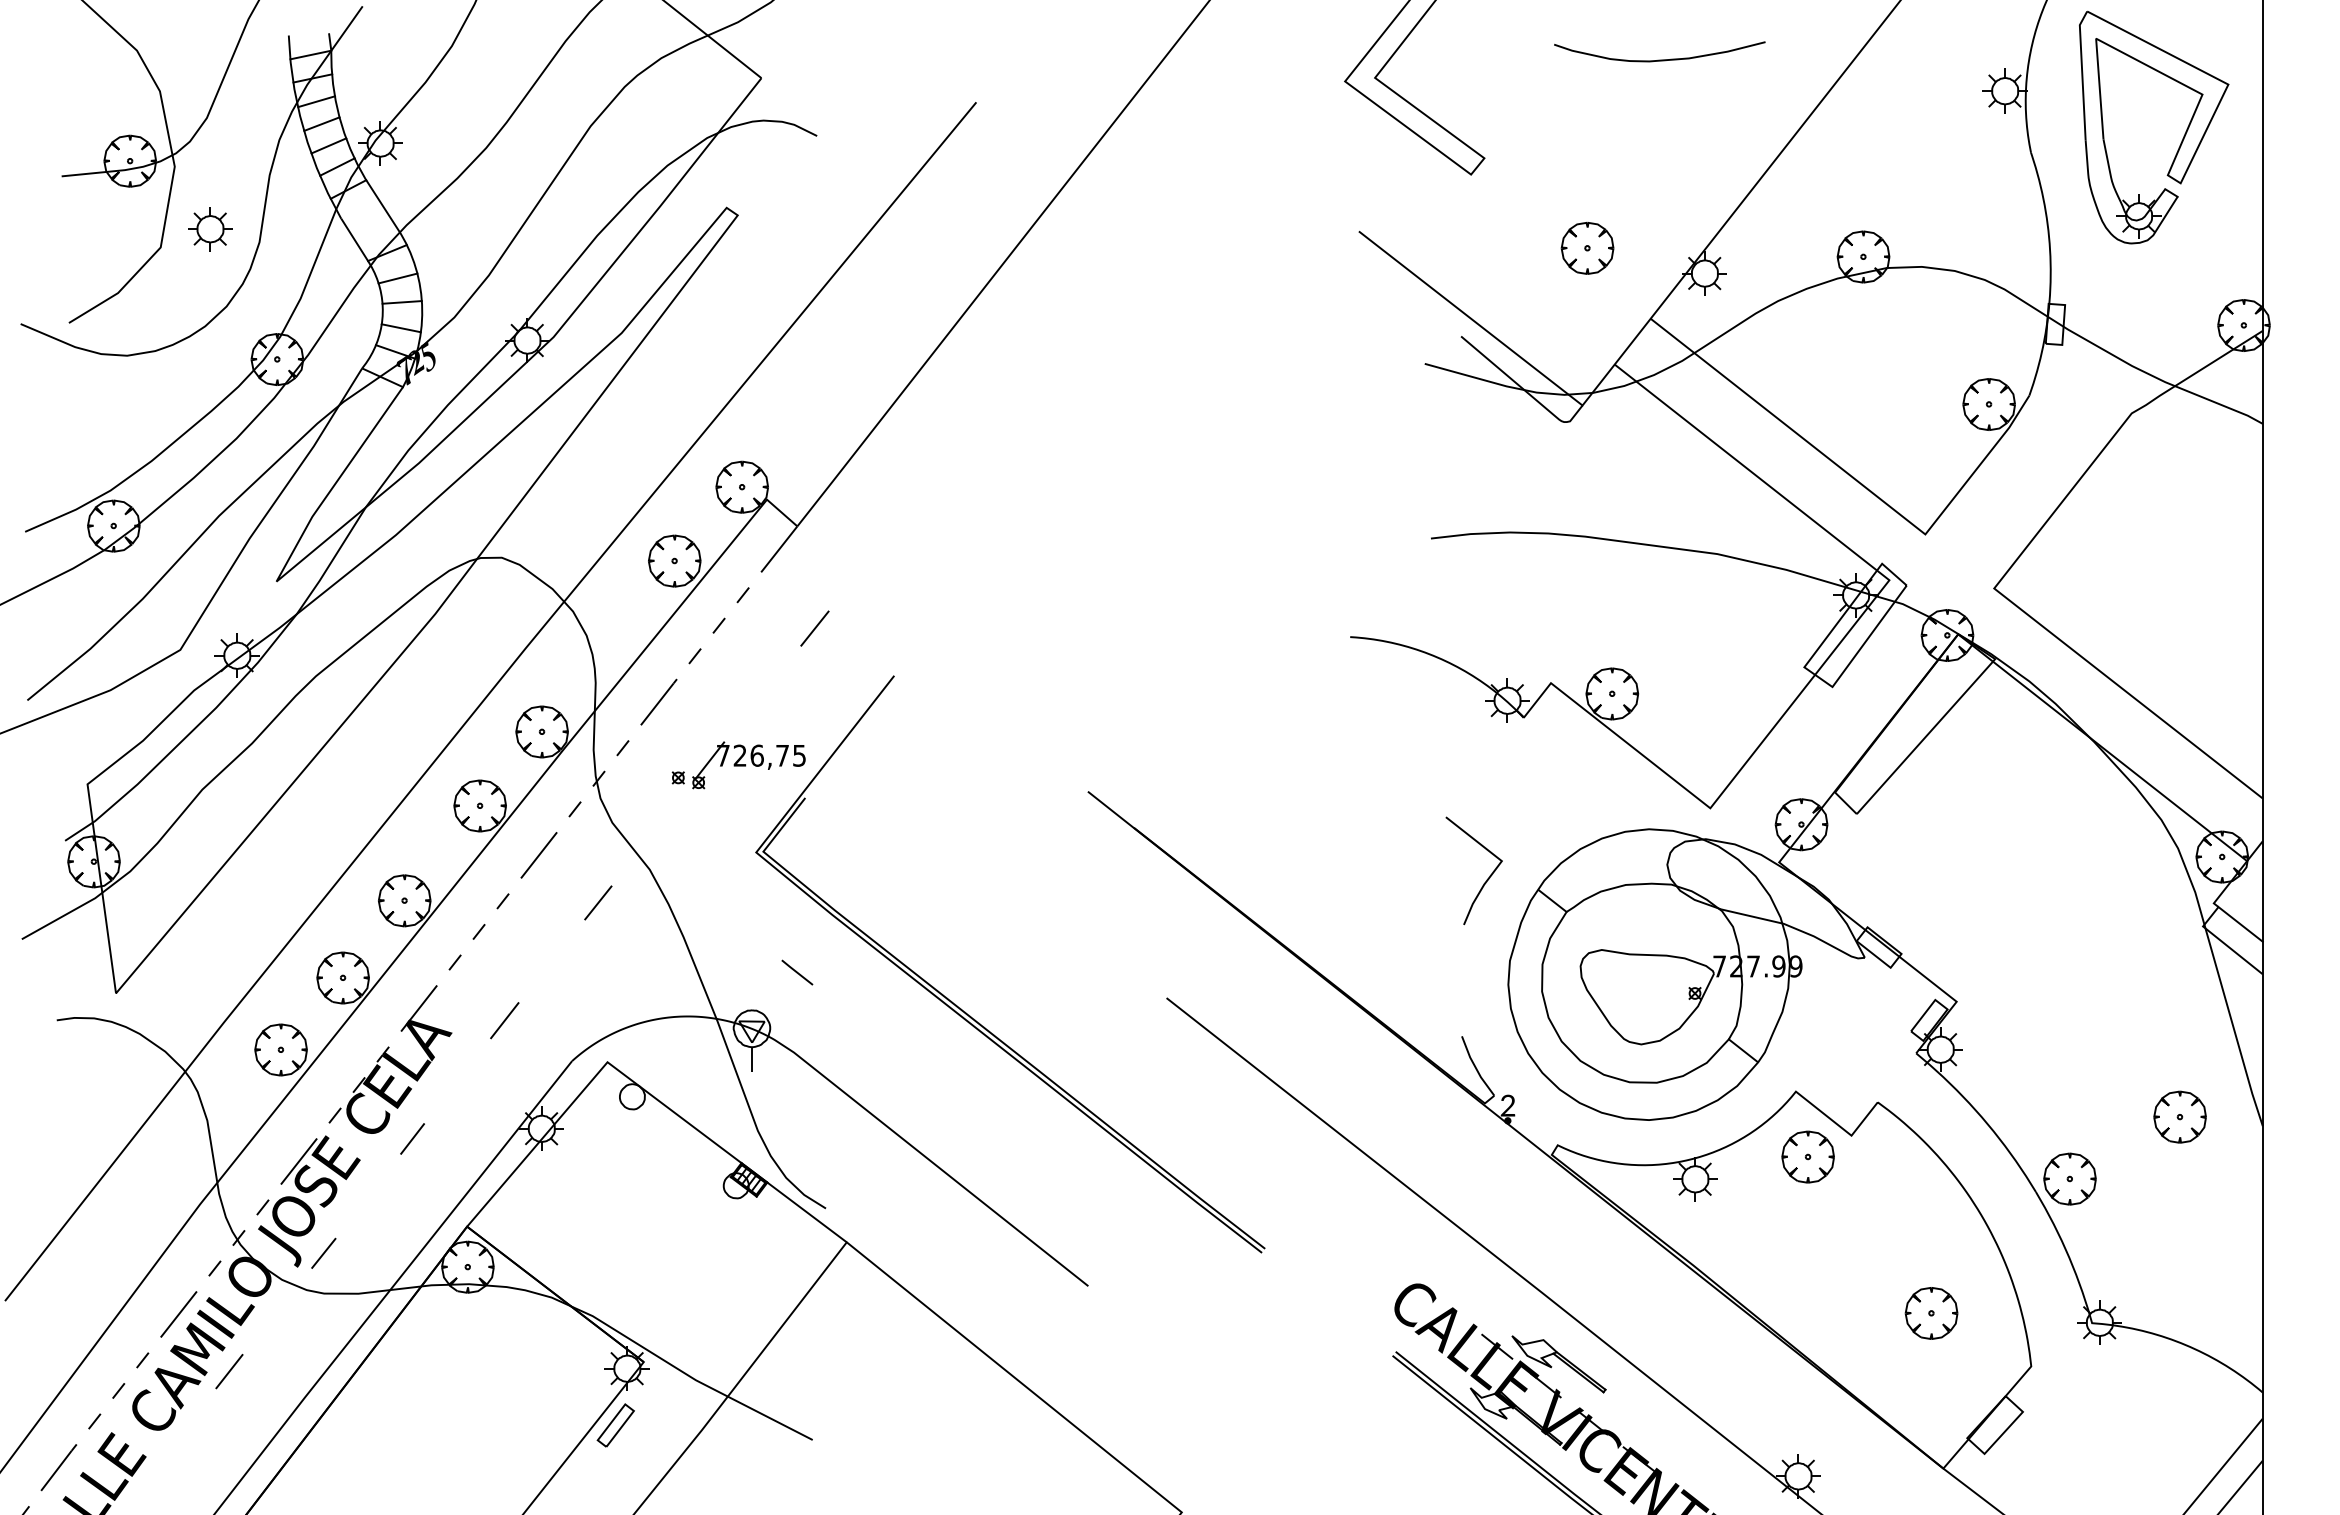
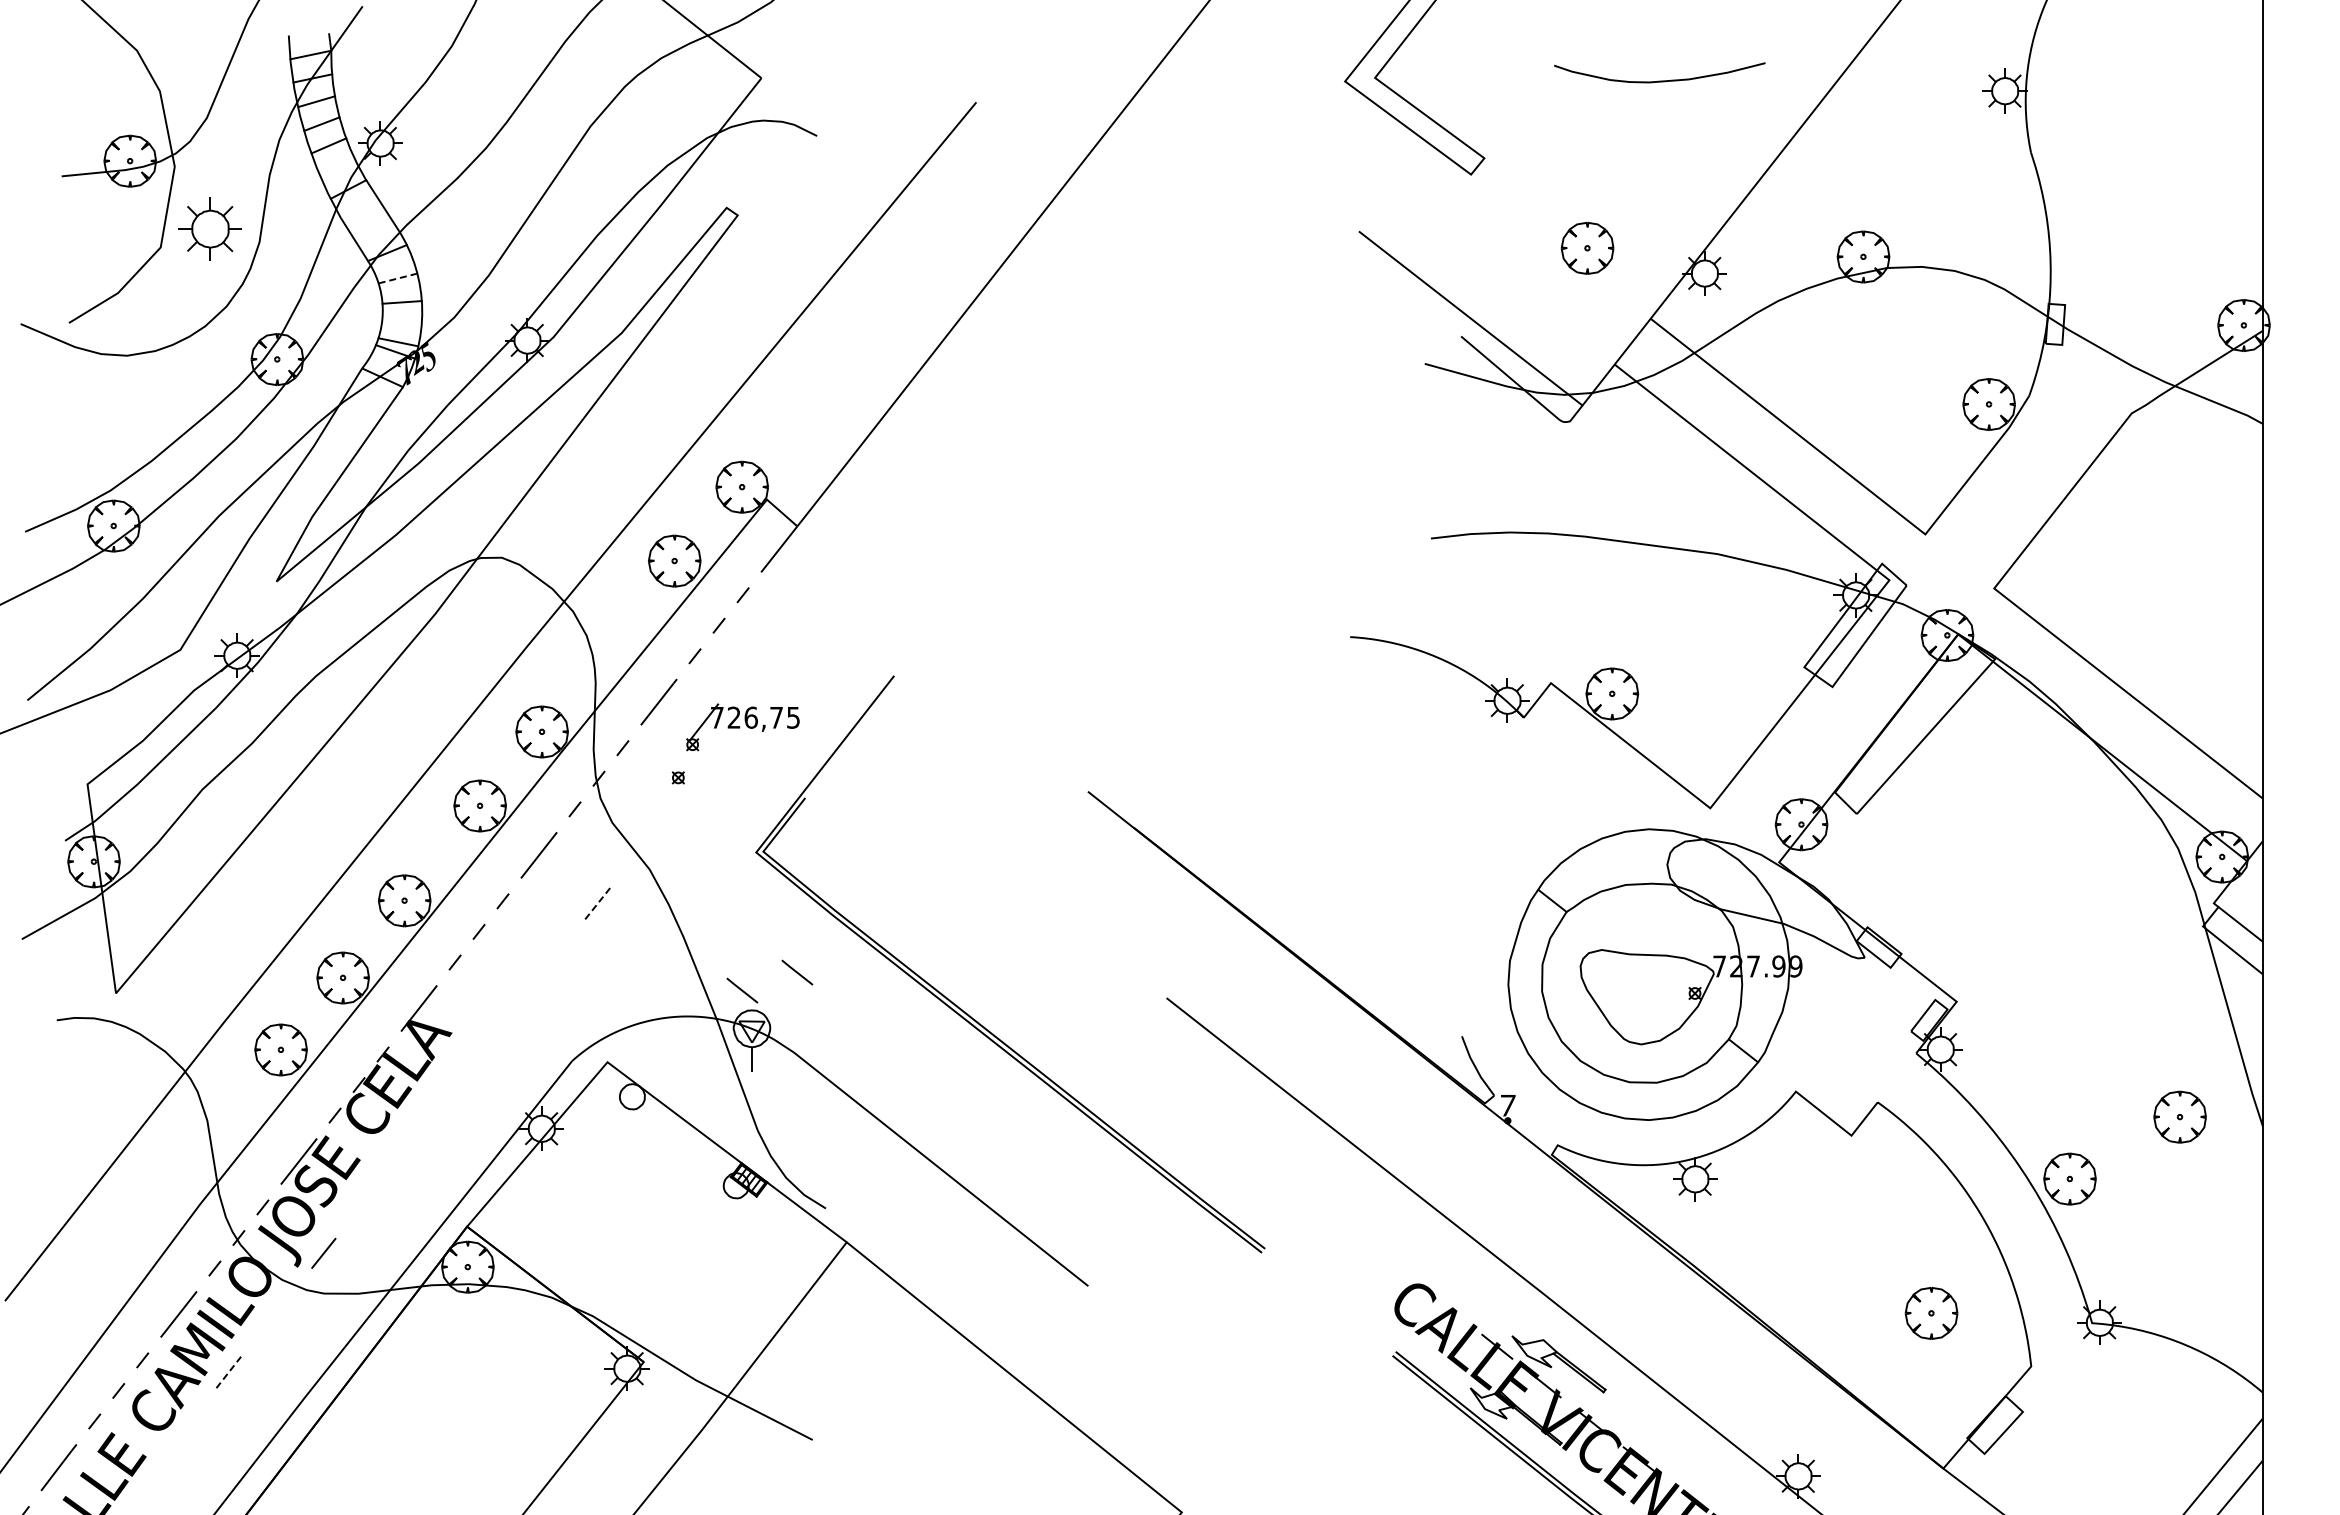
curve at (1659, 59) position: (1659, 59) -> (1659, 80)
part at (2181, 140): present -> none
line at (337, 166): present -> none
part at (210, 229) size: 45x45 px -> 64x64 px
line at (397, 278): solid -> dashed
line at (400, 328) position: (400, 328) -> (397, 342)
line at (814, 628): present -> none
part at (748, 765) position: (748, 765) -> (742, 727)
line at (1486, 879): present -> none
line at (598, 902): solid -> dashed
line at (742, 990): none -> present
line at (504, 1020): present -> none
text at (1507, 1105): 2 -> 7
line at (412, 1138): present -> none
part at (1807, 1156): present -> none
line at (229, 1371): solid -> dashed
part at (615, 1425): present -> none
